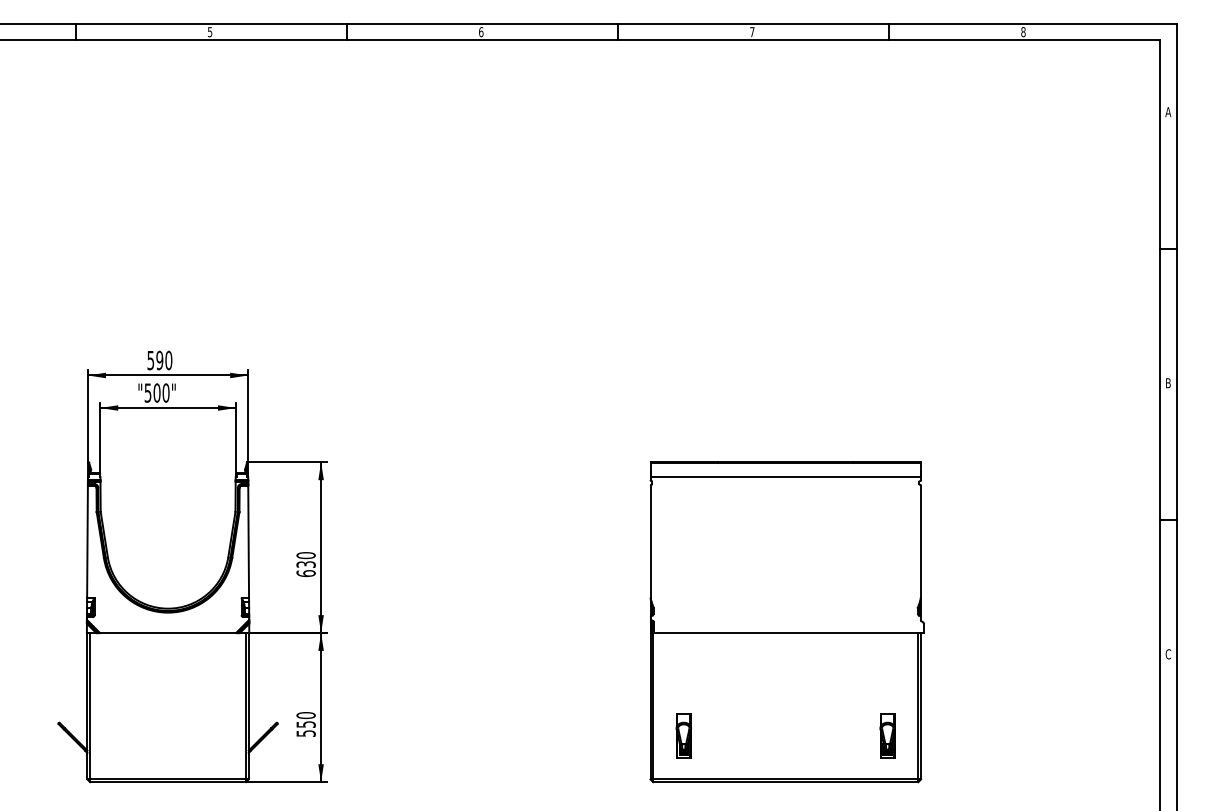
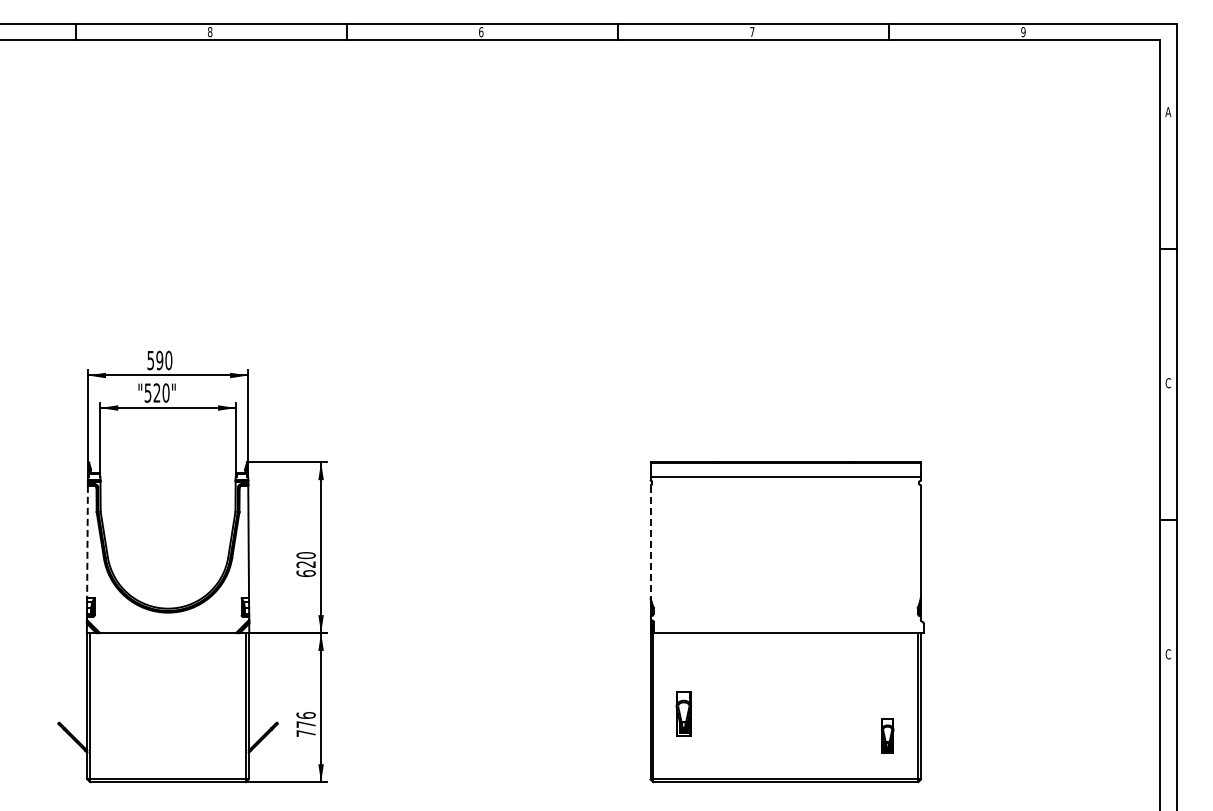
text at (209, 32): 5 -> 8
text at (1023, 32): 8 -> 9
text at (1168, 383): B -> C
text at (156, 392): "500" -> "520"
line at (87, 541): solid -> dashed
line at (650, 541): solid -> dashed
text at (305, 564): 630 -> 620
text at (305, 724): 550 -> 776
part at (683, 735) position: (683, 735) -> (683, 713)
part at (887, 735) size: 17x46 px -> 14x36 px
